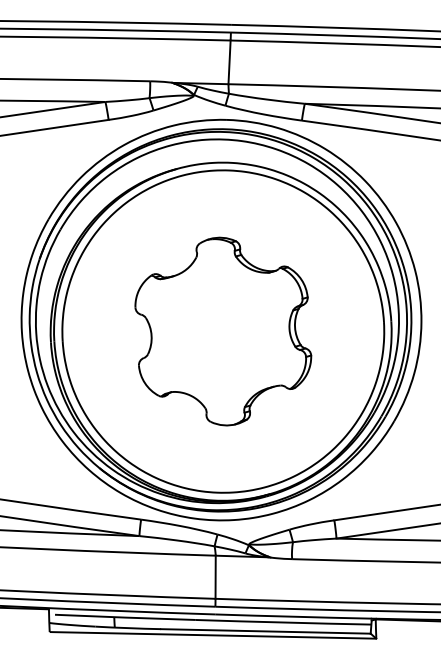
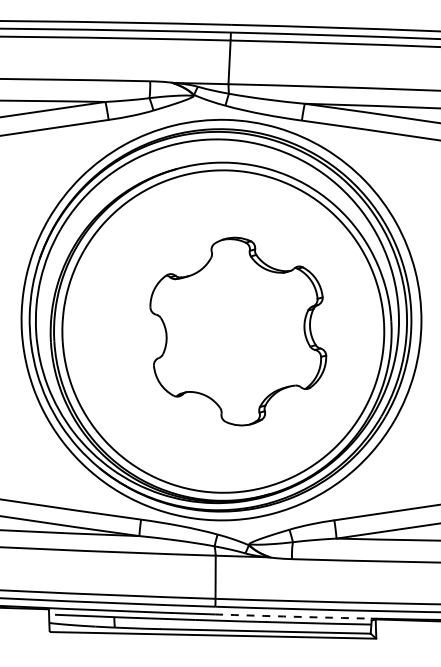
part at (223, 331) position: (223, 331) -> (238, 331)
arc at (293, 616): solid -> dashed
